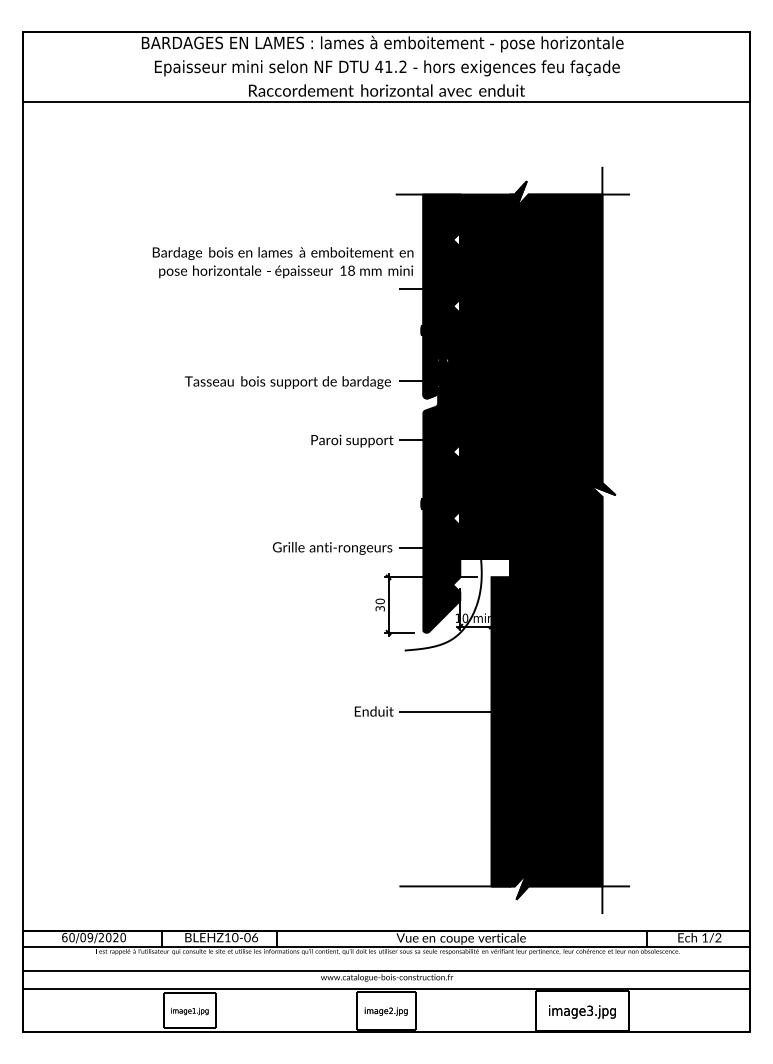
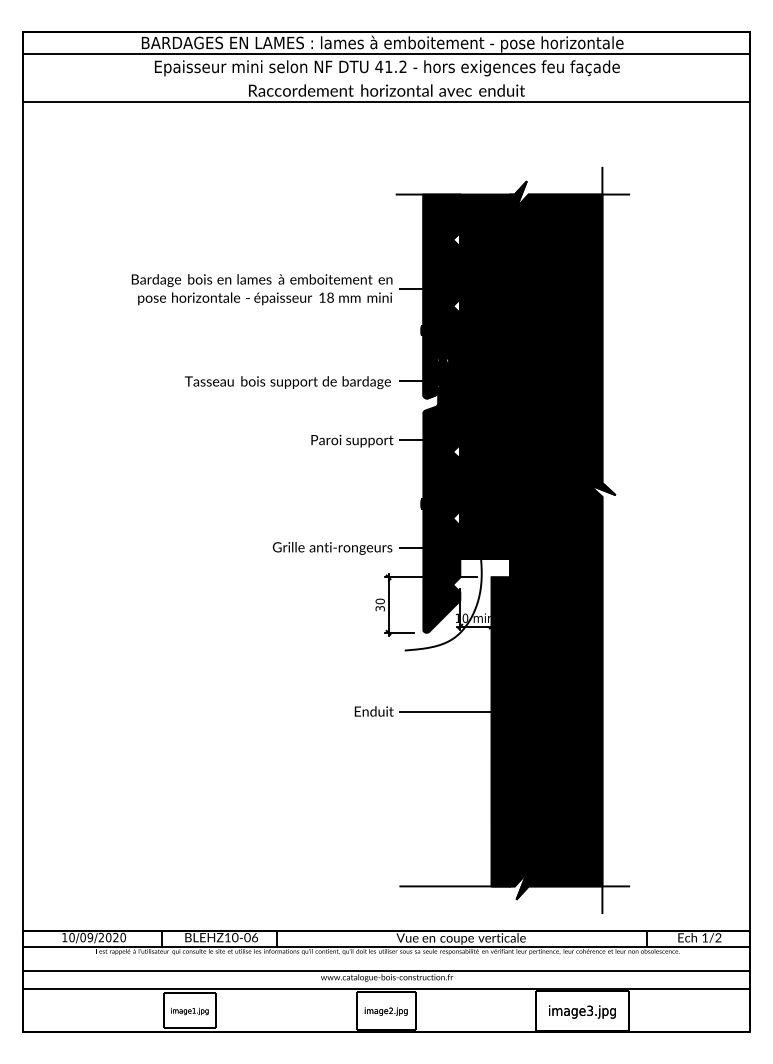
line at (386, 54): none -> present
text at (282, 262) position: (282, 262) -> (261, 289)
text at (64, 937): 60/09/2020 -> 10/09/2020
